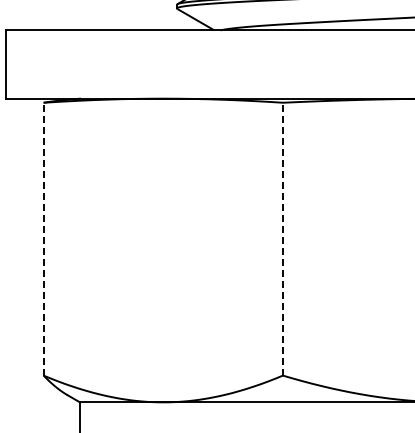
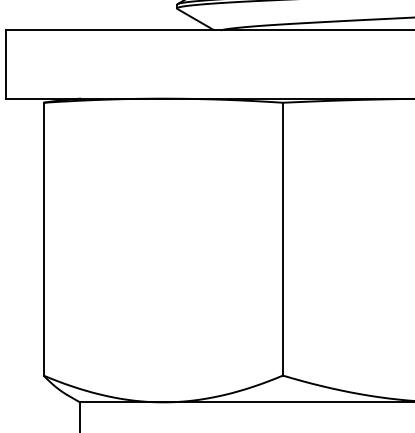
line at (43, 238): dashed -> solid
line at (282, 238): dashed -> solid
